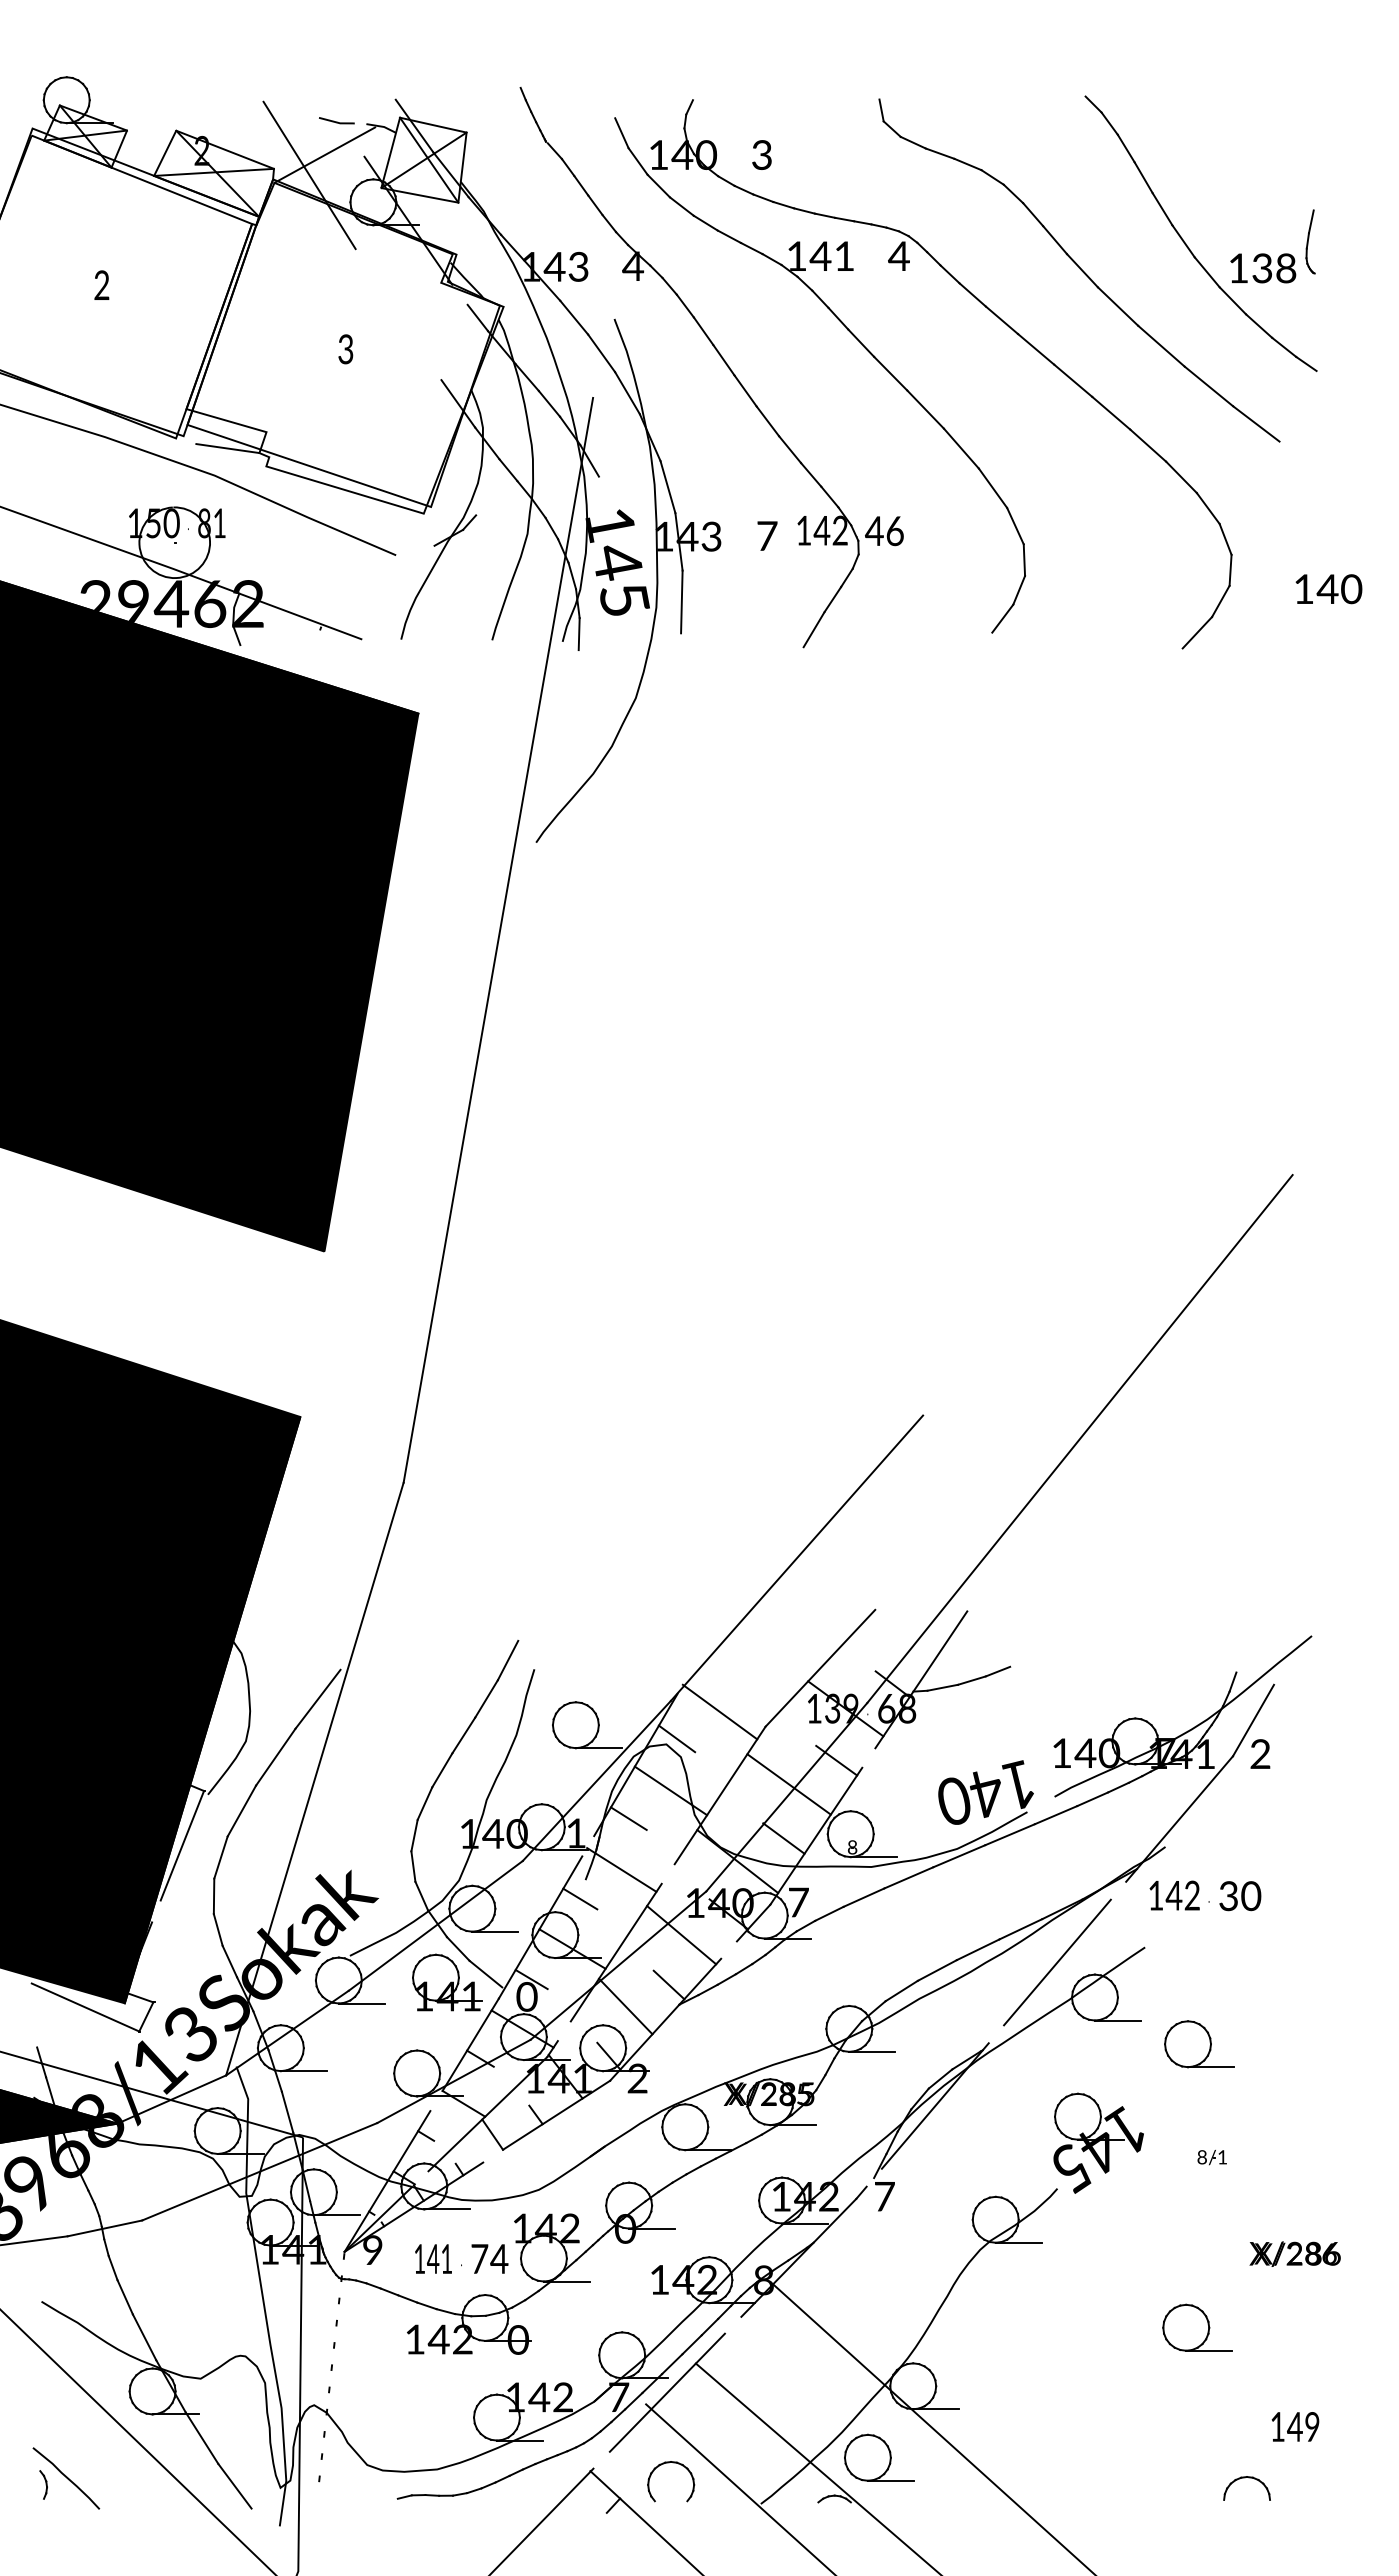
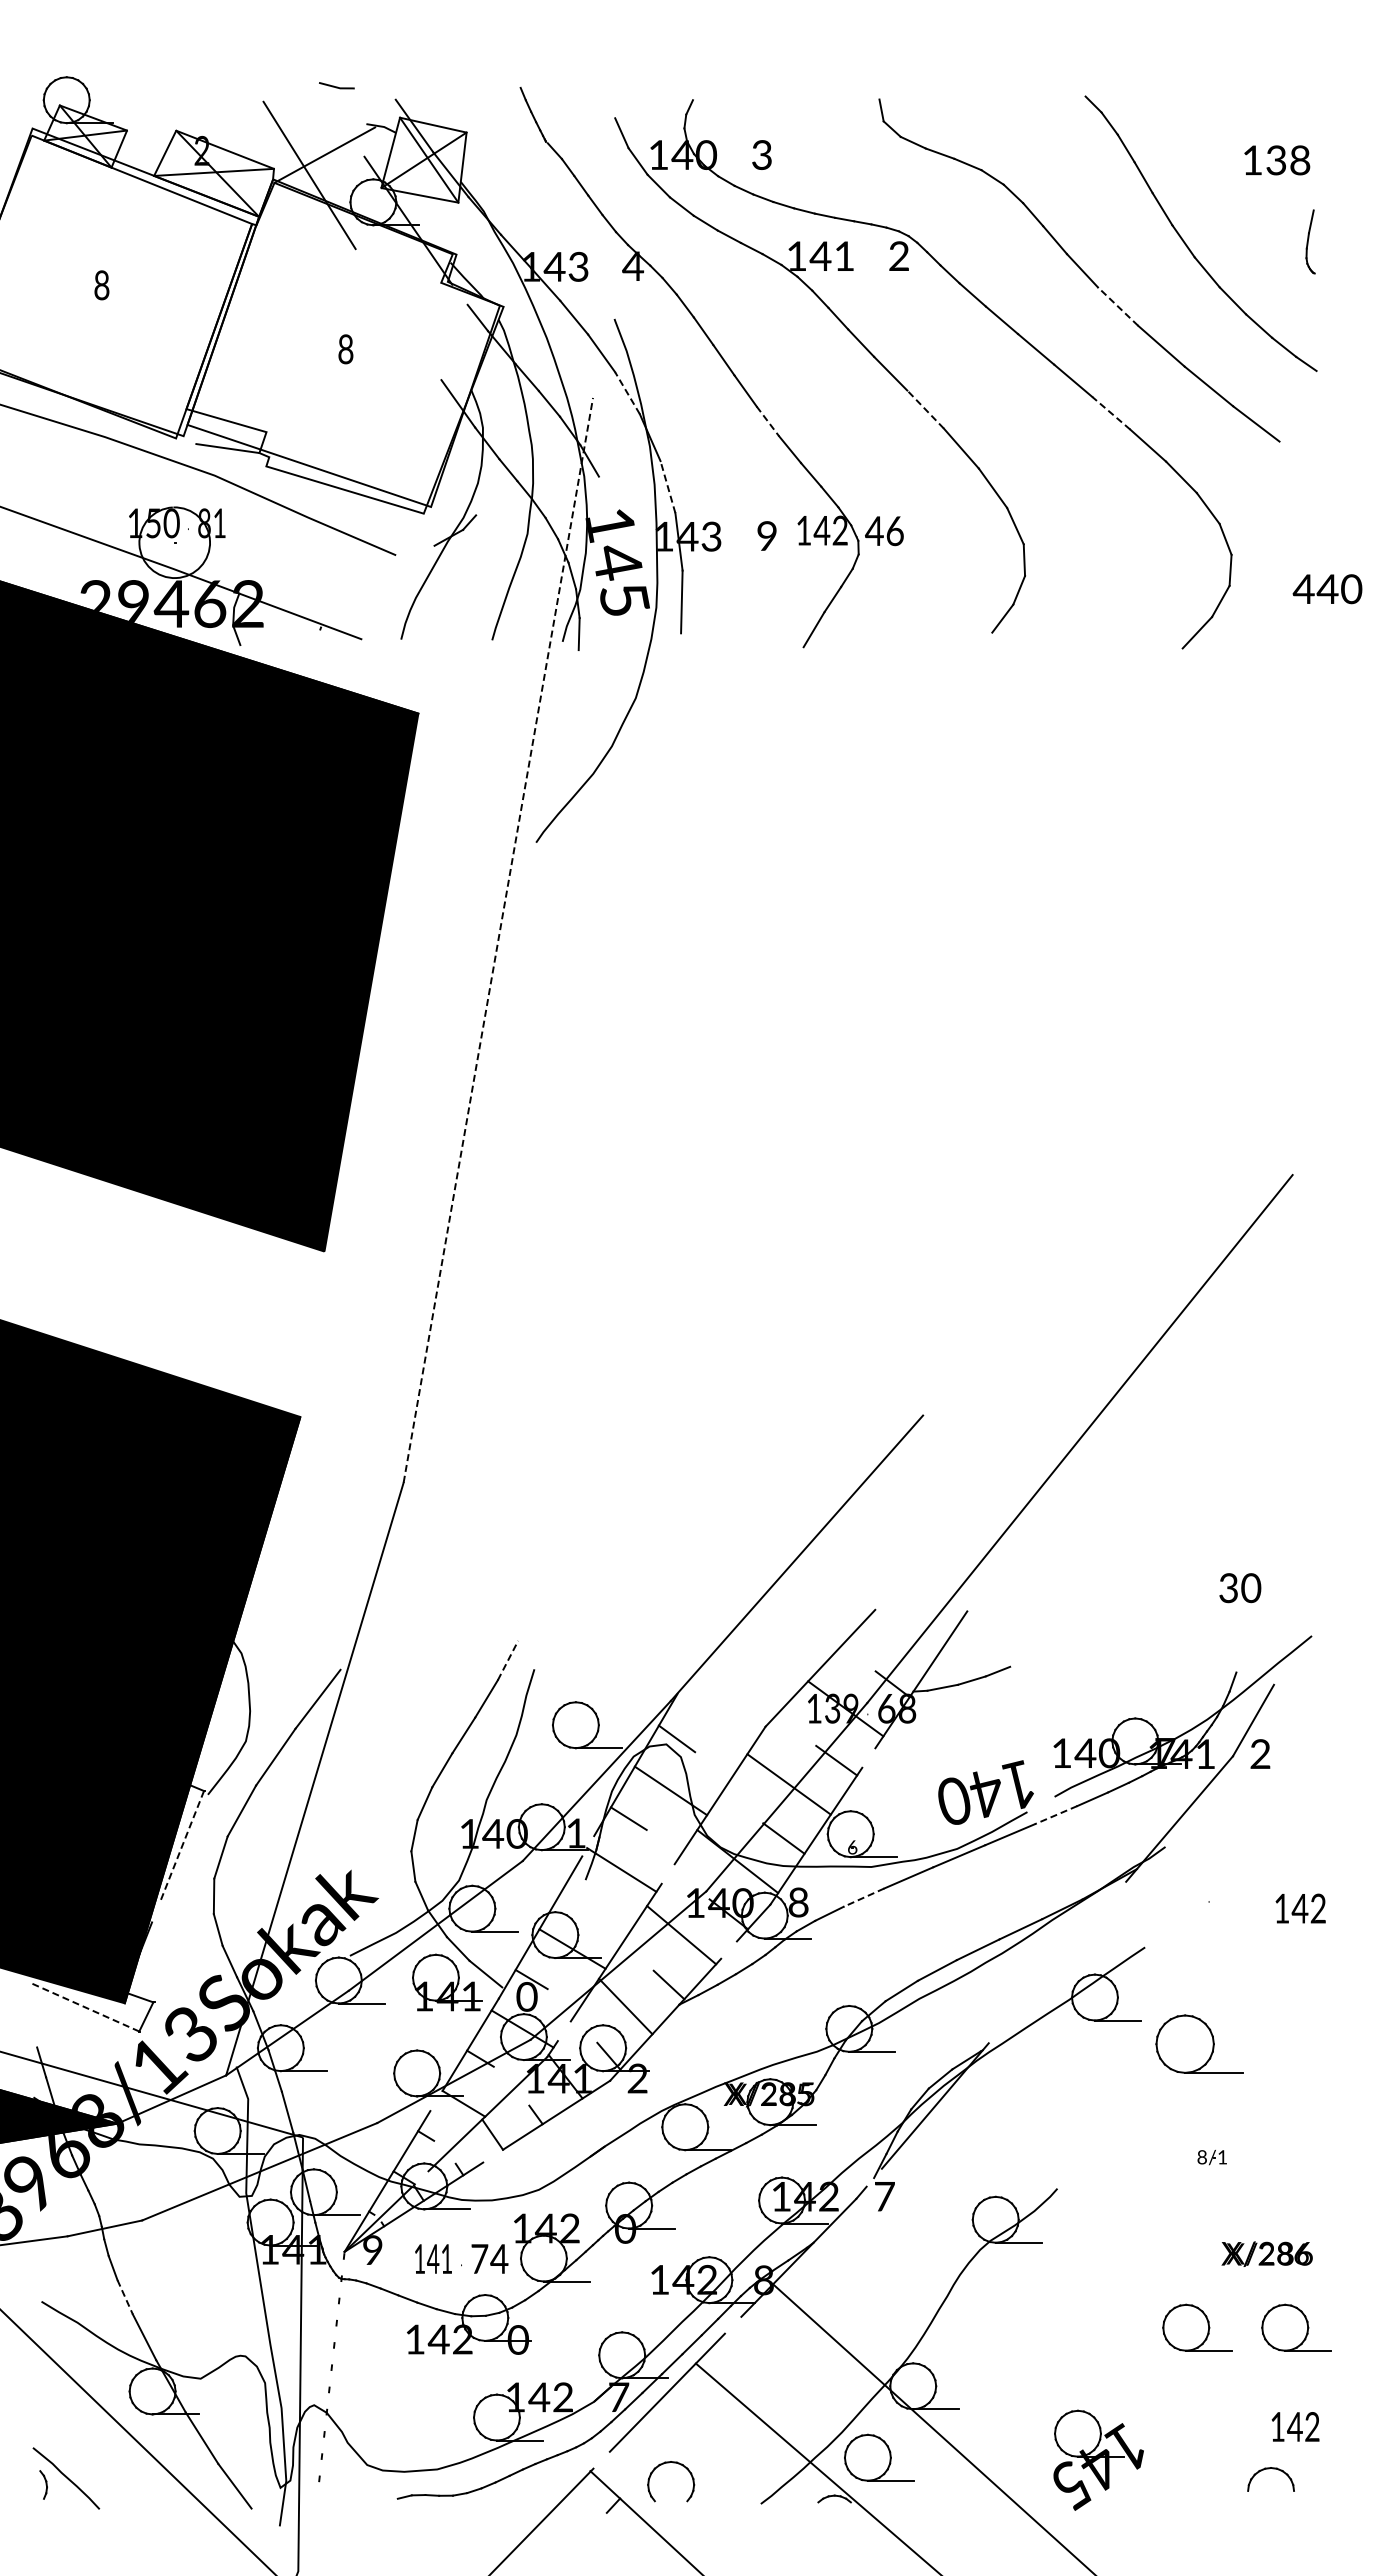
line at (336, 121) position: (336, 121) -> (336, 86)
text at (898, 255): 4 -> 2
text at (1263, 268) position: (1263, 268) -> (1277, 160)
text at (101, 285): 2 -> 8
line at (1118, 306): solid -> dashed
text at (345, 348): 3 -> 8
line at (627, 392): solid -> dashed
line at (925, 409): solid -> dashed
line at (1110, 412): solid -> dashed
line at (767, 421): solid -> dashed
line at (667, 486): solid -> dashed
text at (767, 535): 7 -> 9
text at (1303, 588): 140 -> 440
line at (498, 940): solid -> dashed
line at (508, 1660): solid -> dashed
line at (719, 1711): present -> none
line at (1055, 1815): solid -> dashed
line at (182, 1845): solid -> dashed
text at (852, 1846): 8 -> 6
text at (1174, 1895) position: (1174, 1895) -> (1300, 1908)
text at (1240, 1896) position: (1240, 1896) -> (1240, 1588)
line at (863, 1897): solid -> dashed
line at (580, 1898): present -> none
text at (798, 1902): 7 -> 8
line at (1057, 1962): present -> none
line at (85, 2007): solid -> dashed
part at (1199, 2044) size: 71x49 px -> 89x60 px
part at (1098, 2142) position: (1098, 2142) -> (1098, 2459)
text at (1294, 2253) position: (1294, 2253) -> (1266, 2253)
line at (125, 2297): solid -> dashed
part at (1296, 2327): none -> present
text at (1312, 2426): 149 -> 142
part at (1245, 2478) position: (1245, 2478) -> (1269, 2469)
line at (739, 2488): present -> none
